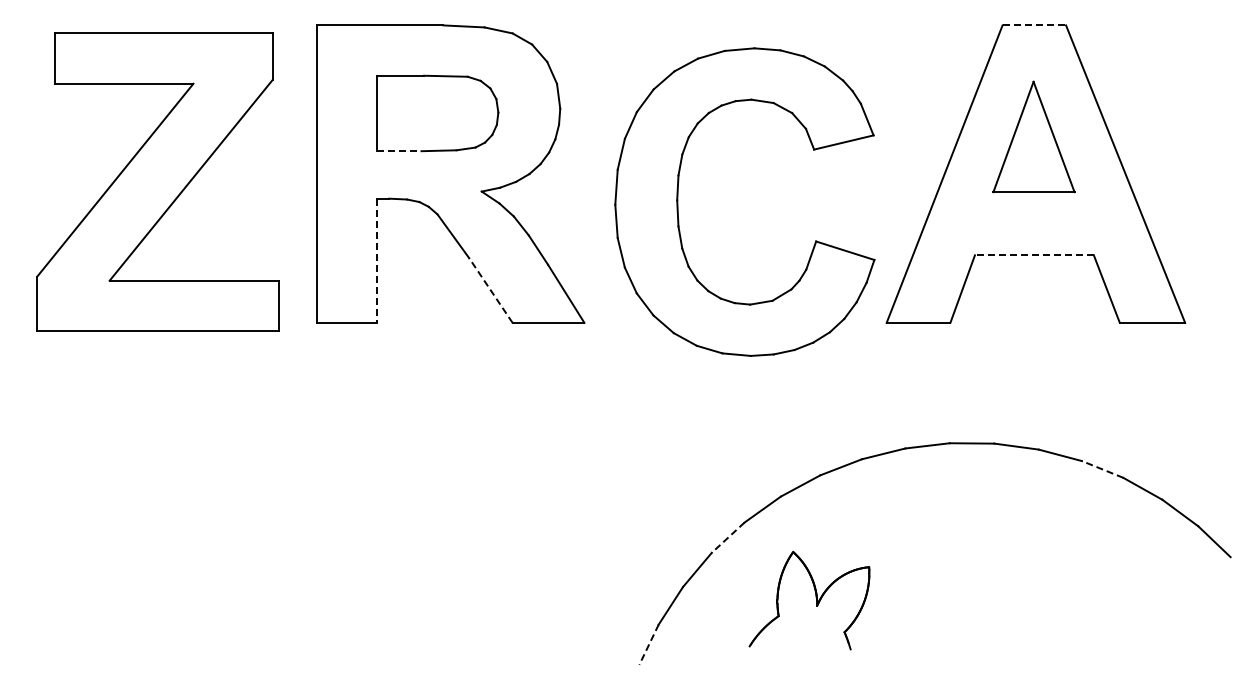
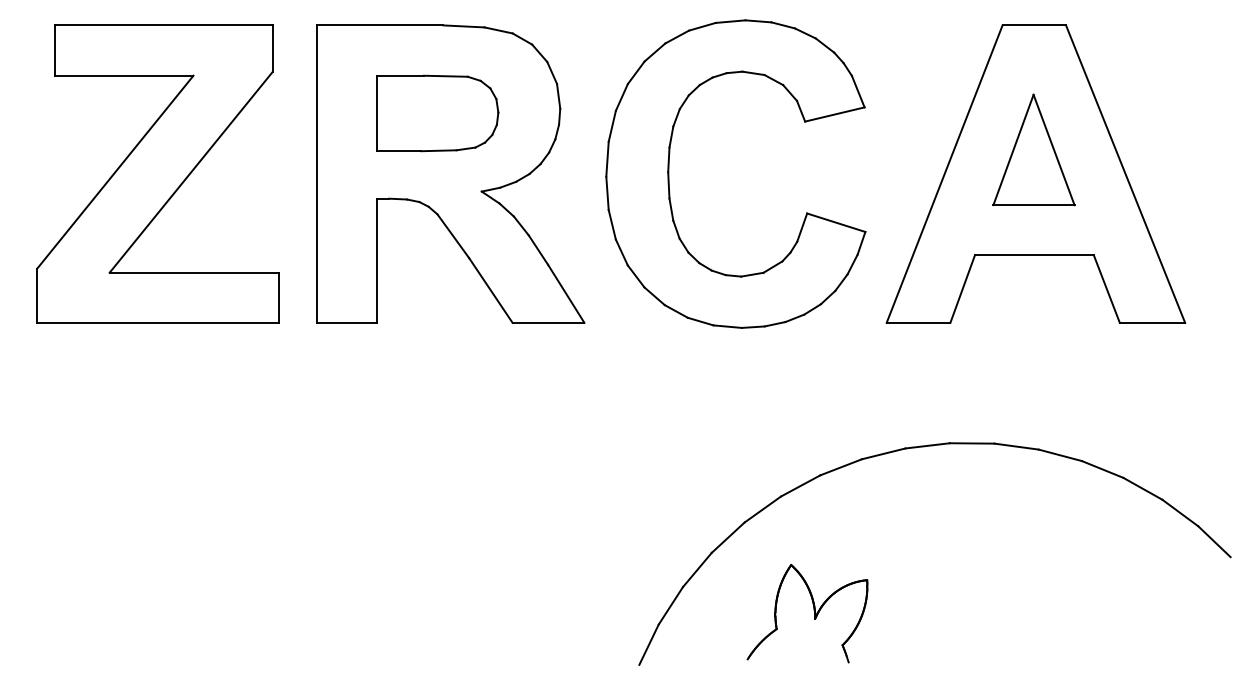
line at (1034, 25): dashed -> solid
part at (1033, 136) position: (1033, 136) -> (1033, 149)
line at (399, 151): dashed -> solid
part at (157, 181) position: (157, 181) -> (157, 173)
part at (678, 201) position: (678, 201) -> (669, 173)
line at (1033, 255): dashed -> solid
line at (377, 261): dashed -> solid
line at (490, 290): dashed -> solid
line at (1102, 469): dashed -> solid
line at (727, 538): dashed -> solid
part at (815, 597) position: (815, 597) -> (813, 610)
line at (648, 645): dashed -> solid
